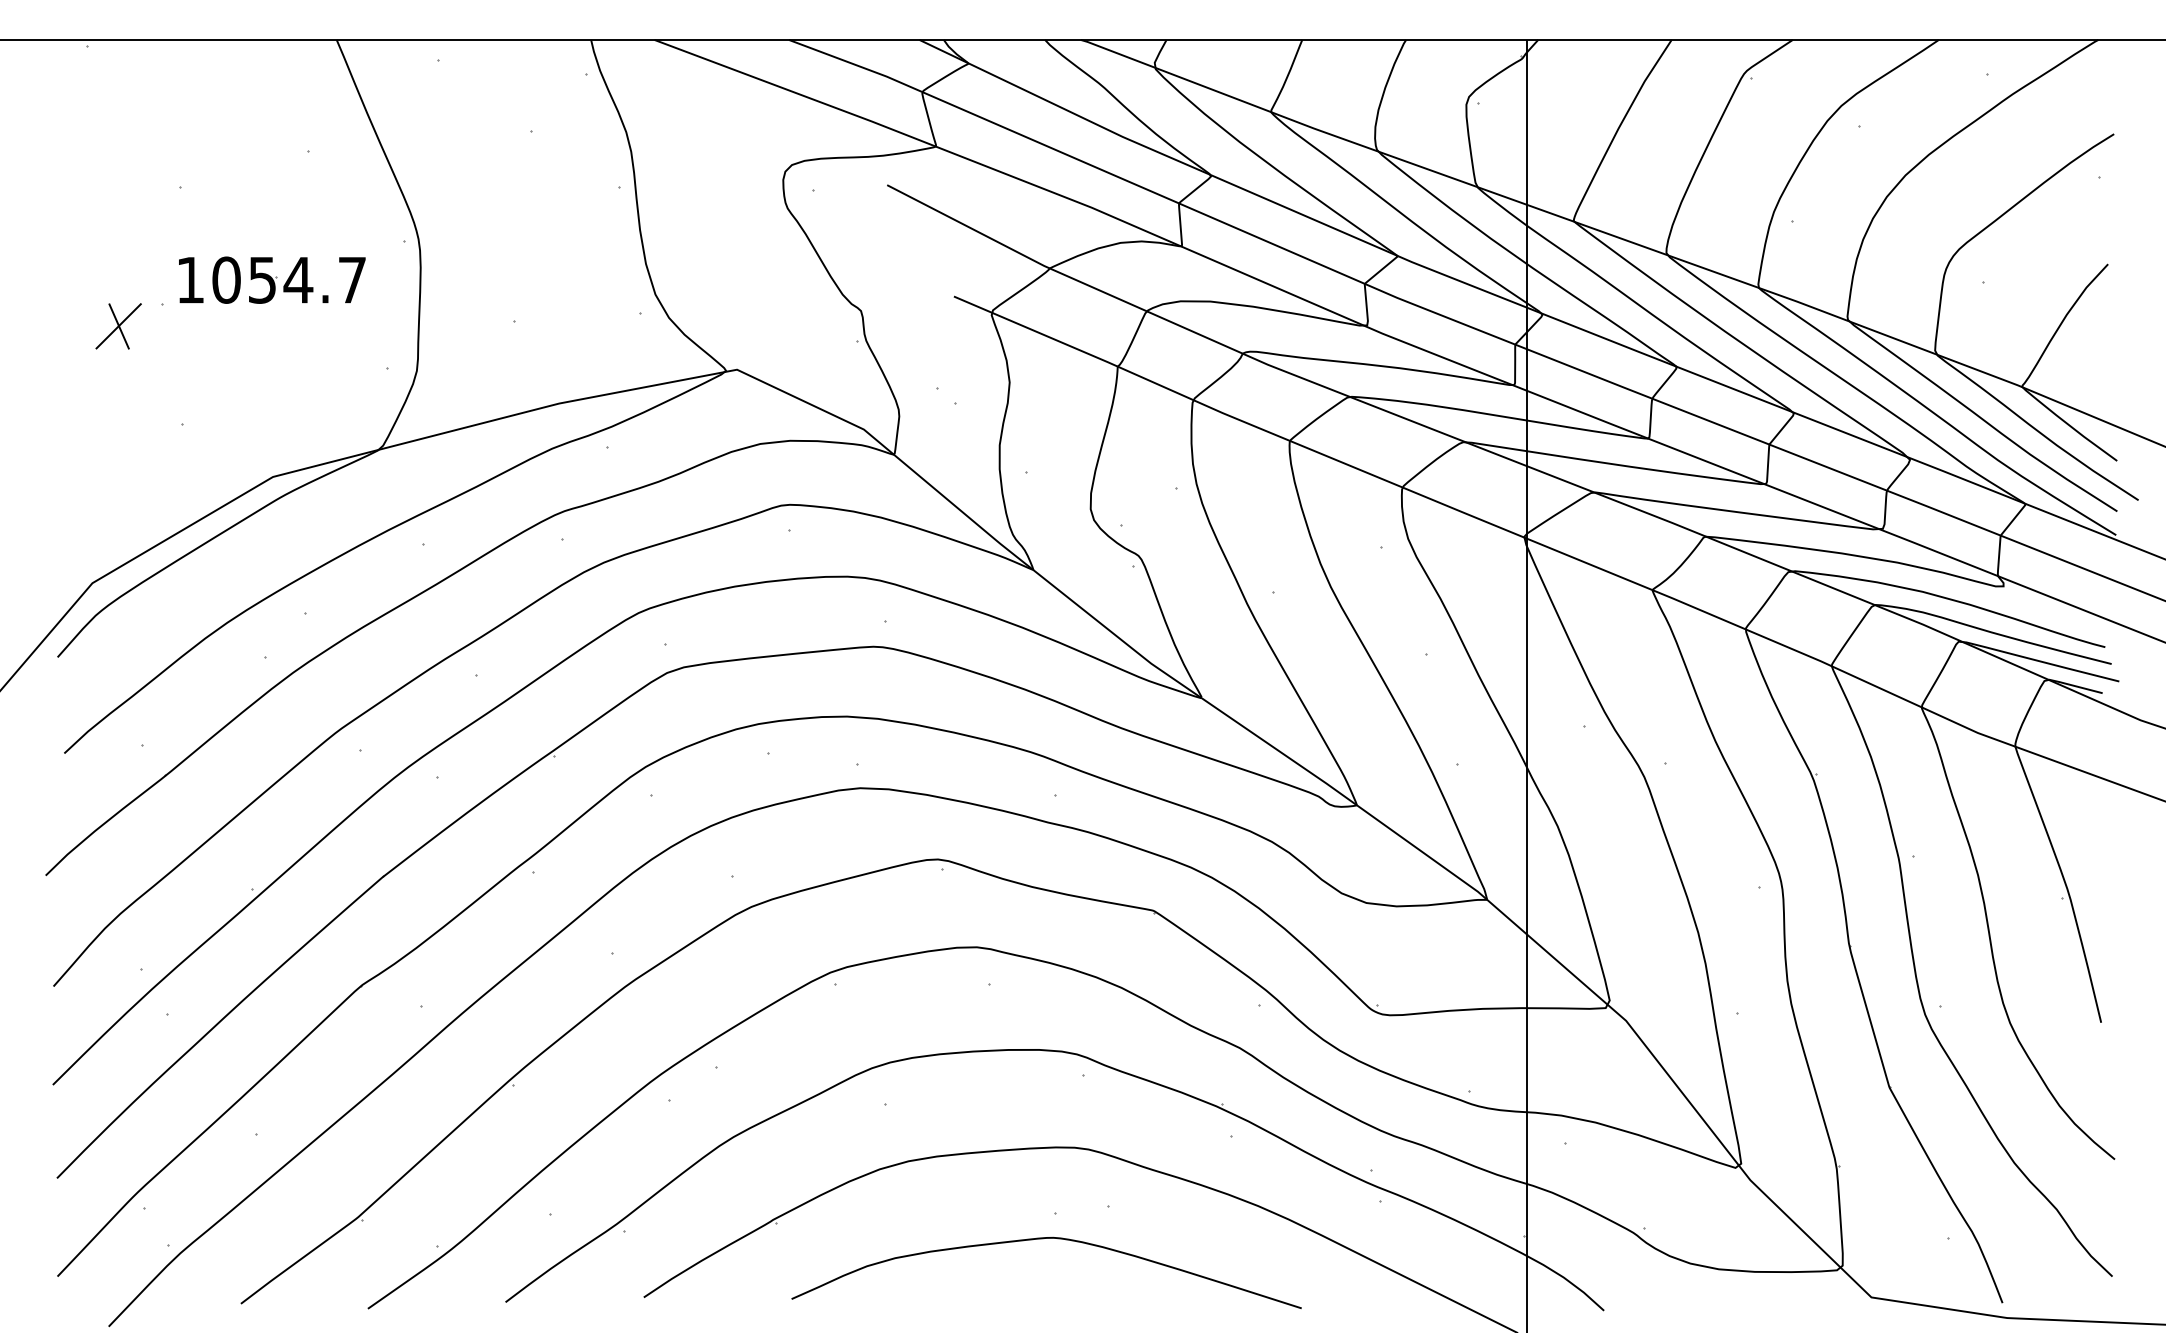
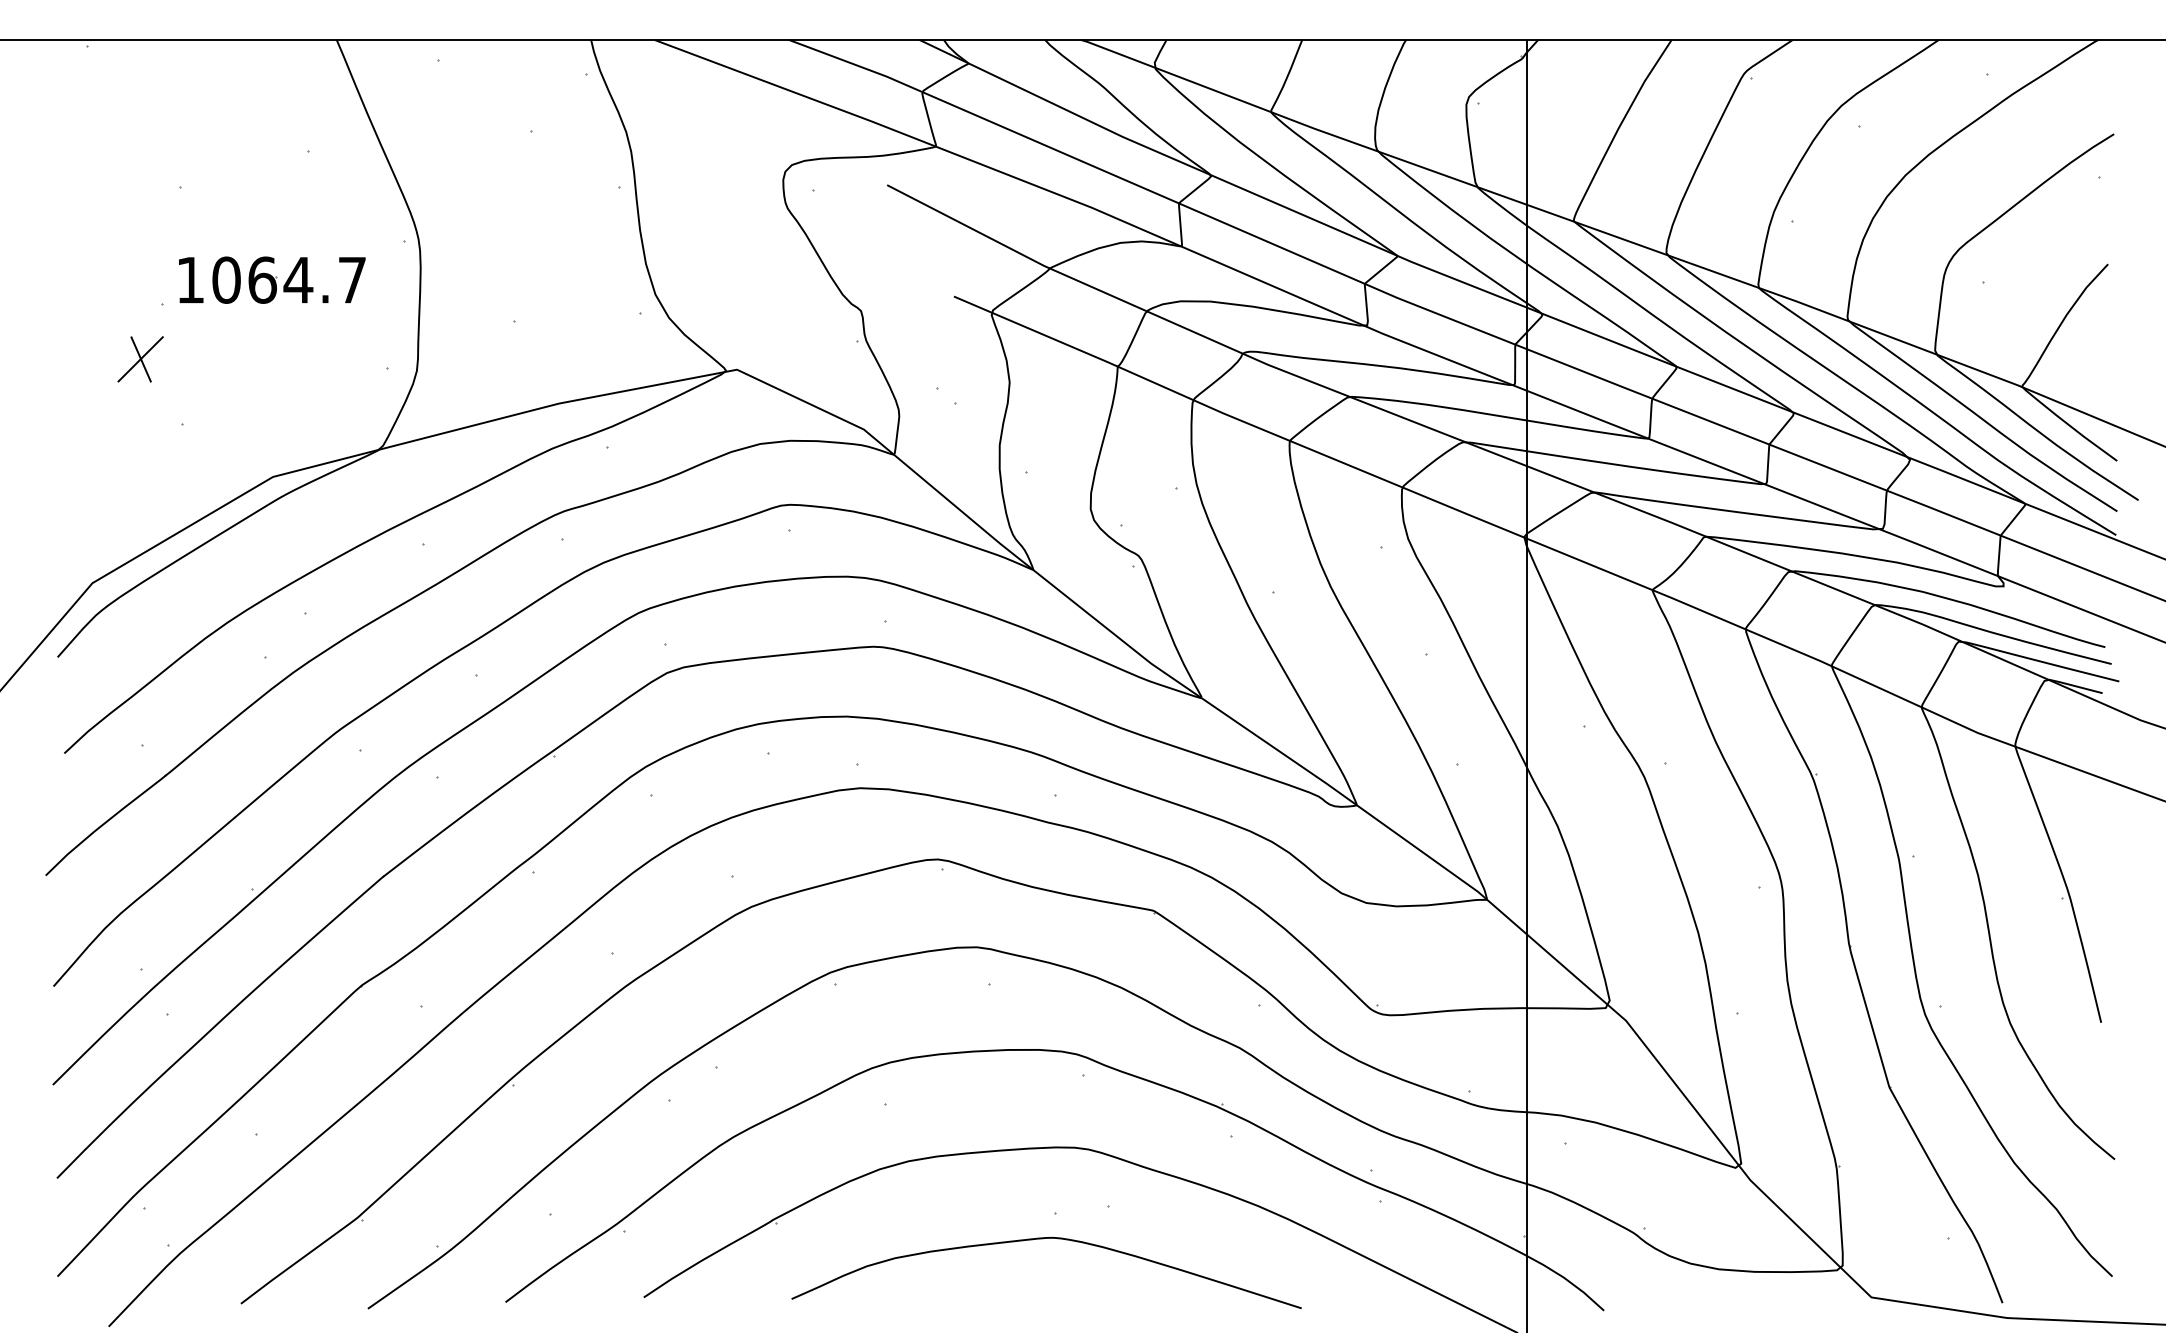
text at (262, 279): 1054.7 -> 1064.7
part at (118, 326) position: (118, 326) -> (140, 359)
